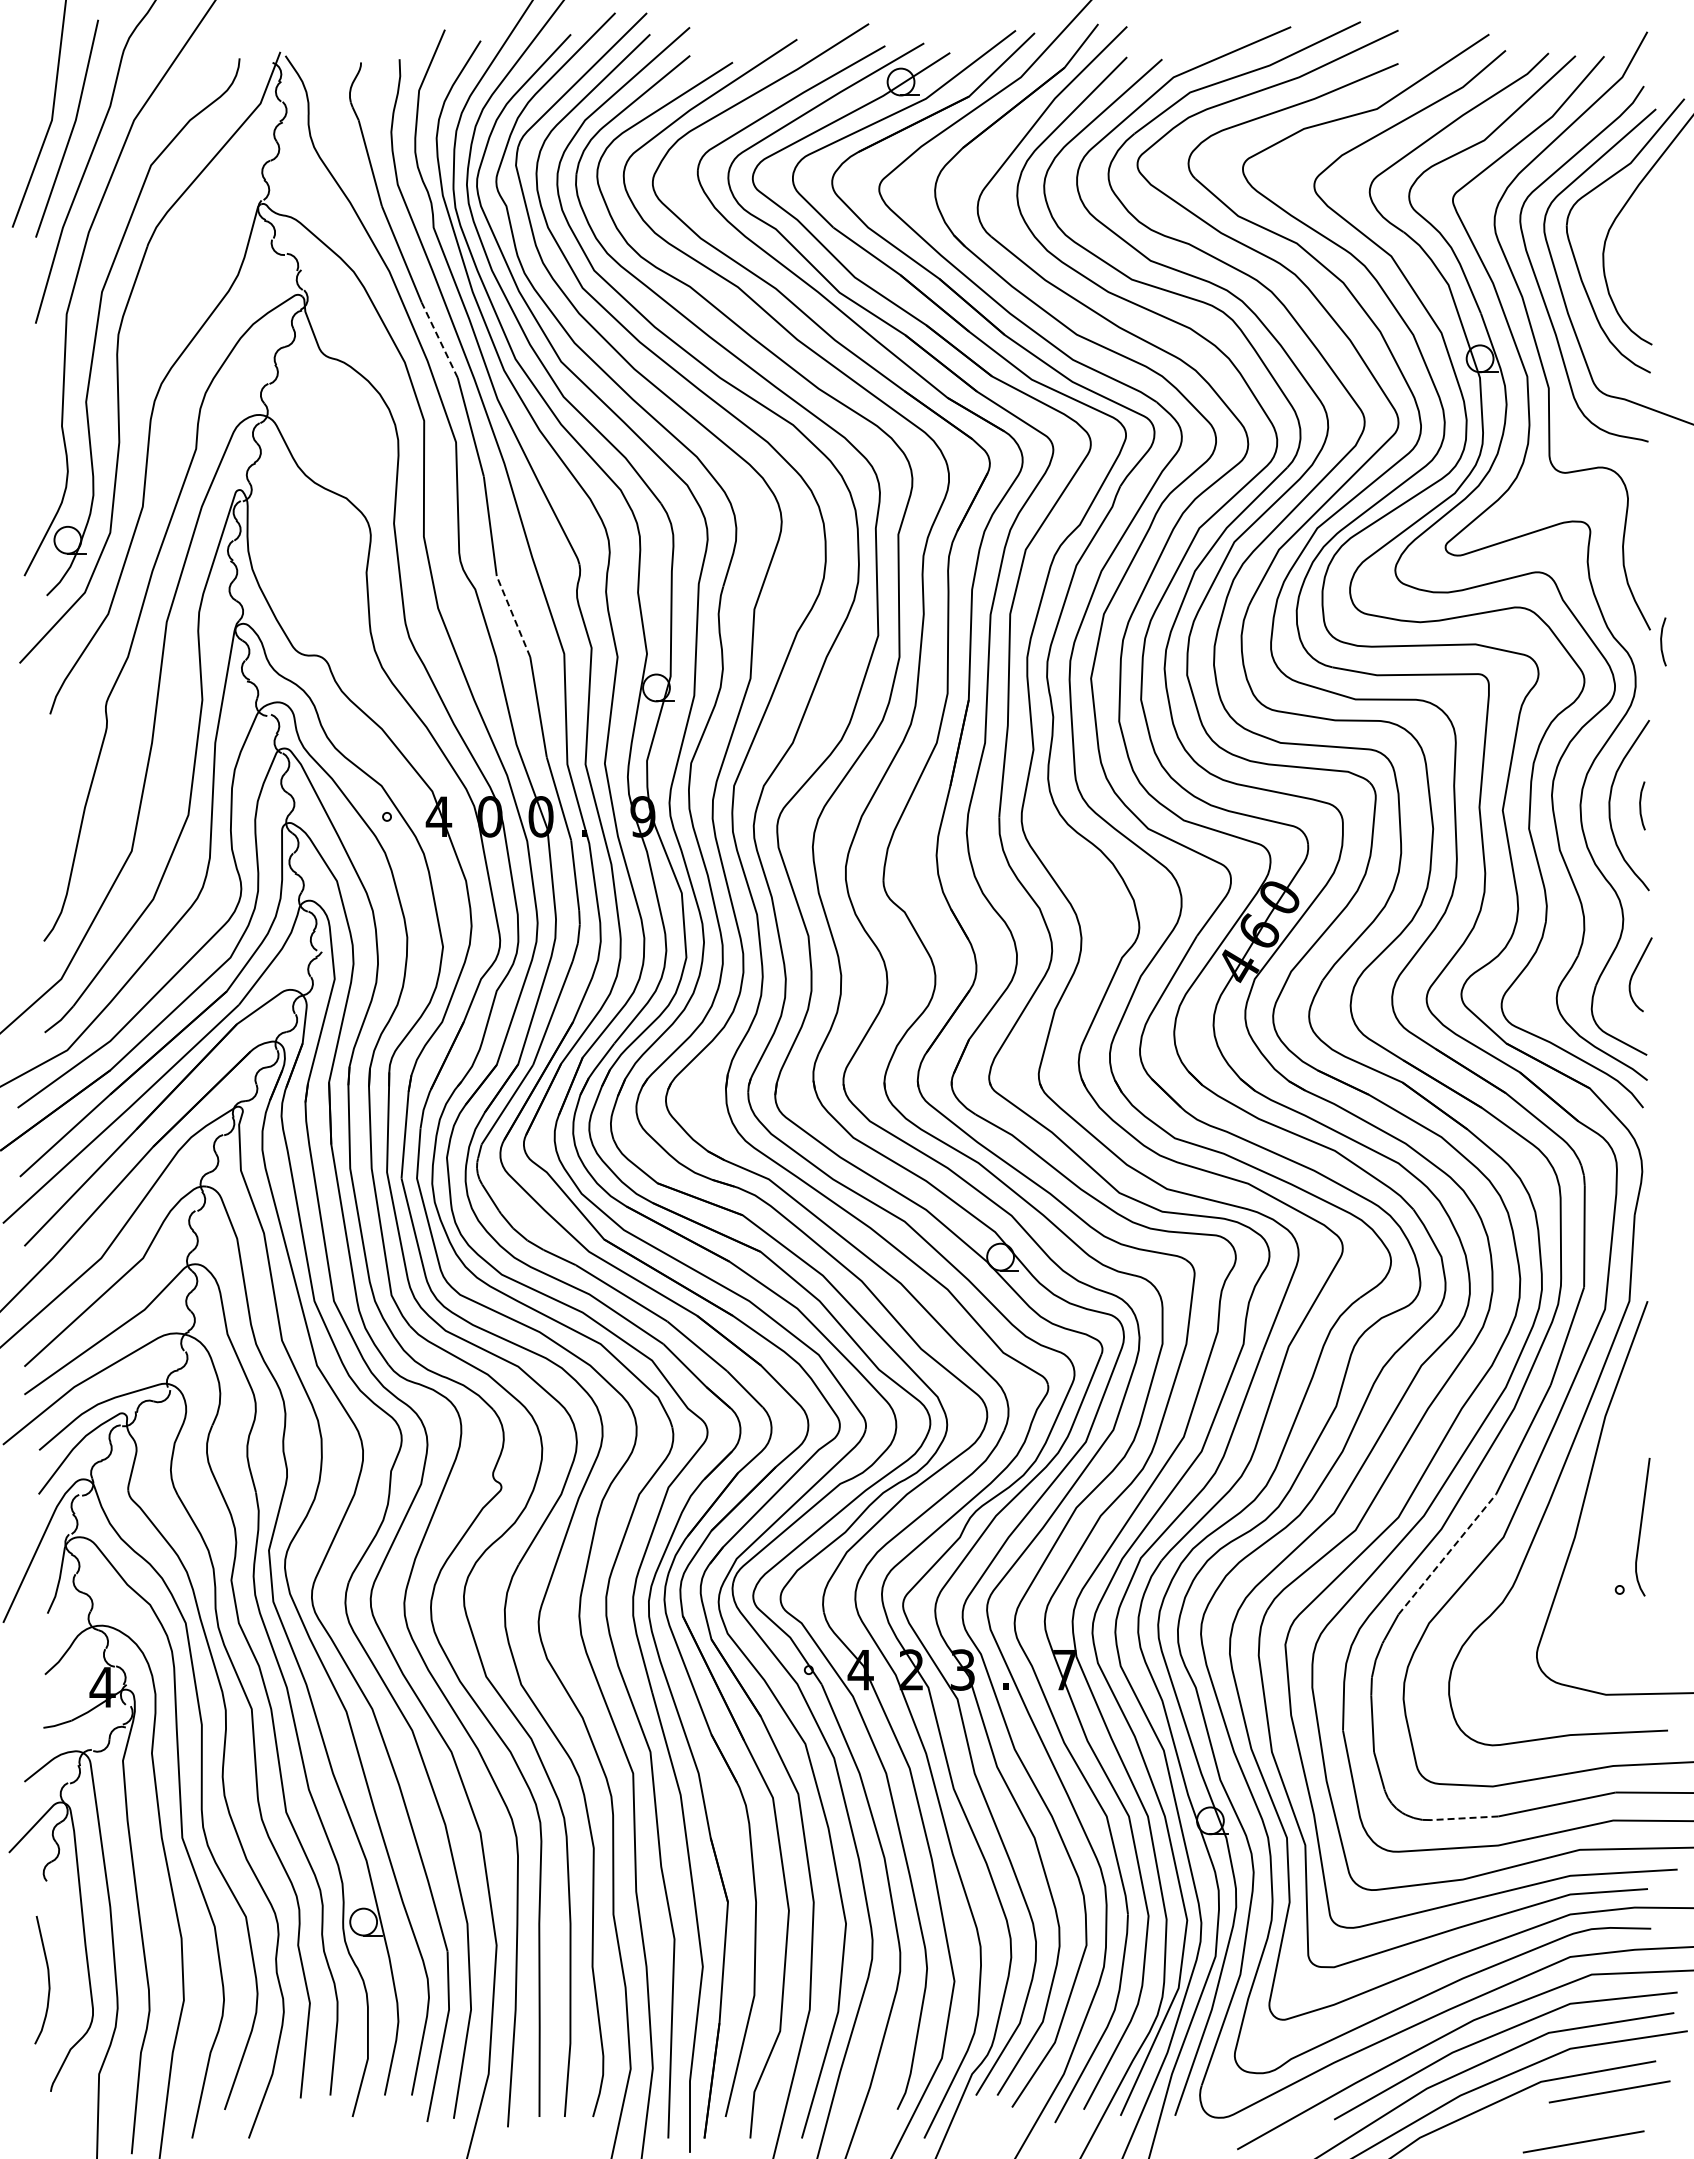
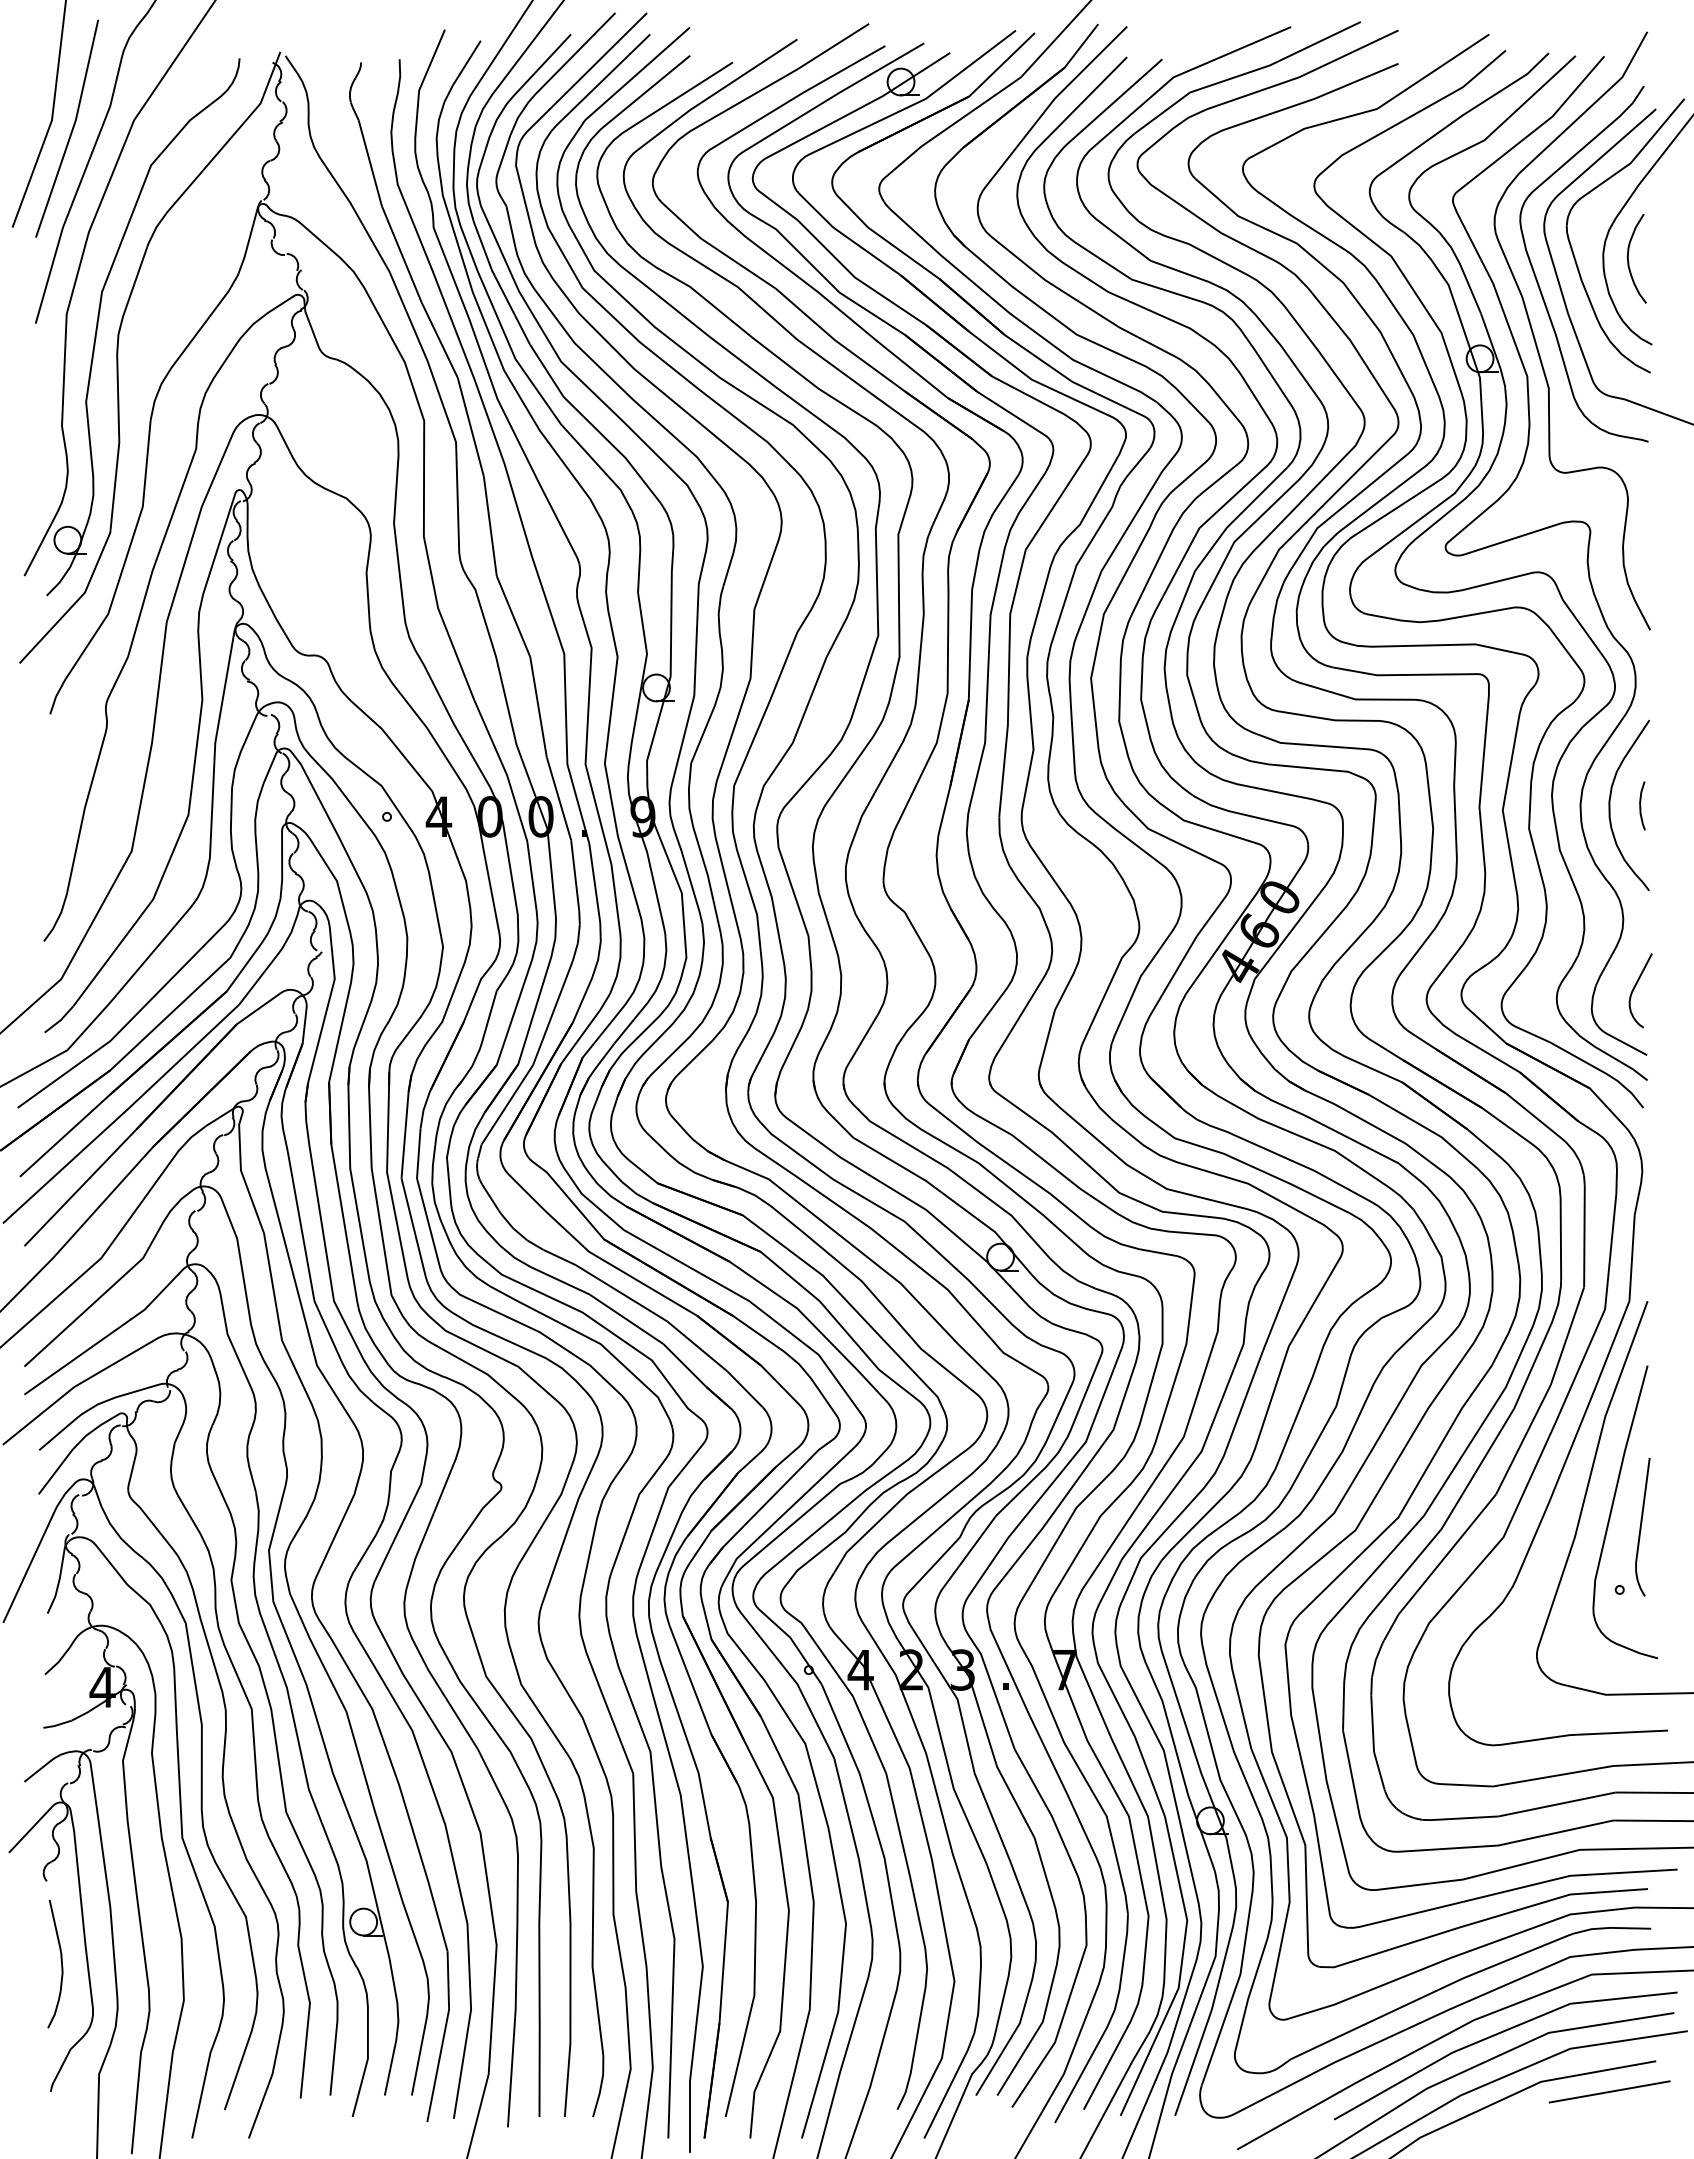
curve at (1628, 258): none -> present
line at (439, 340): dashed -> solid
line at (513, 616): dashed -> solid
part at (1663, 641): present -> none
curve at (1635, 971) position: (1635, 971) -> (1635, 987)
curve at (1612, 1510): none -> present
line at (1447, 1554): dashed -> solid
line at (1464, 1818): dashed -> solid
curve at (48, 1980) position: (48, 1980) -> (61, 1964)
line at (1583, 2141): present -> none
